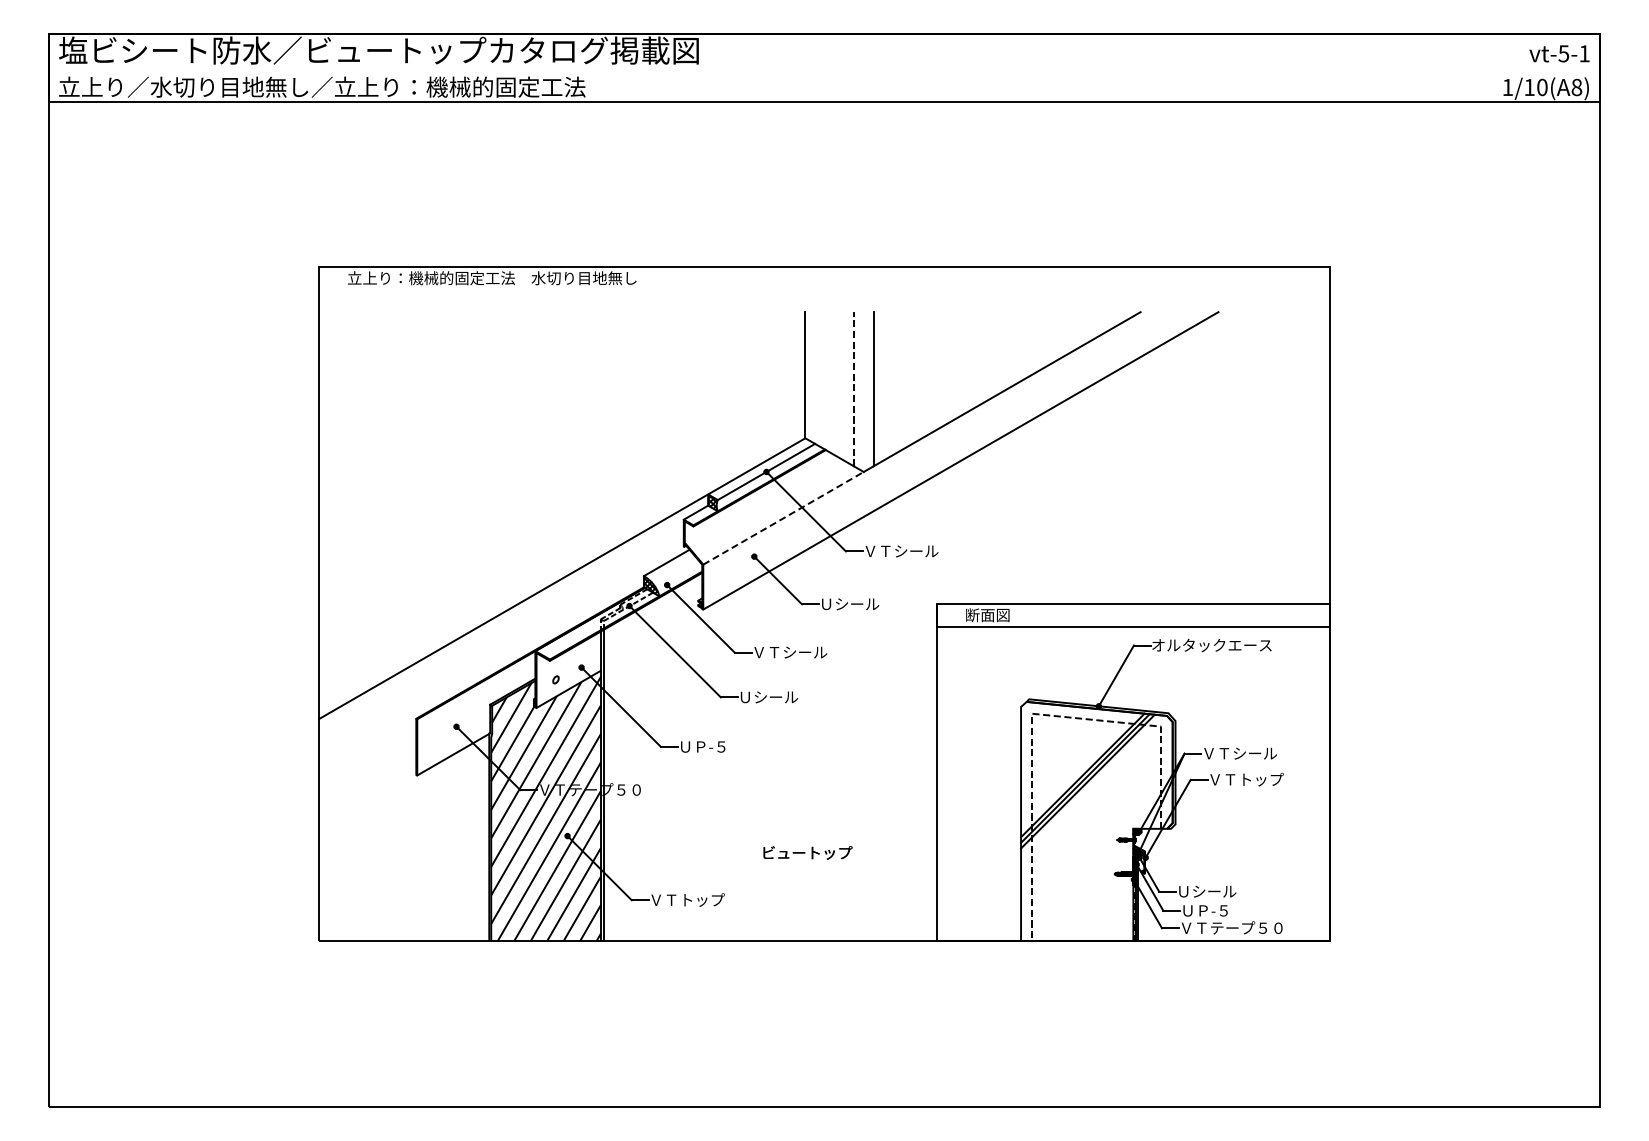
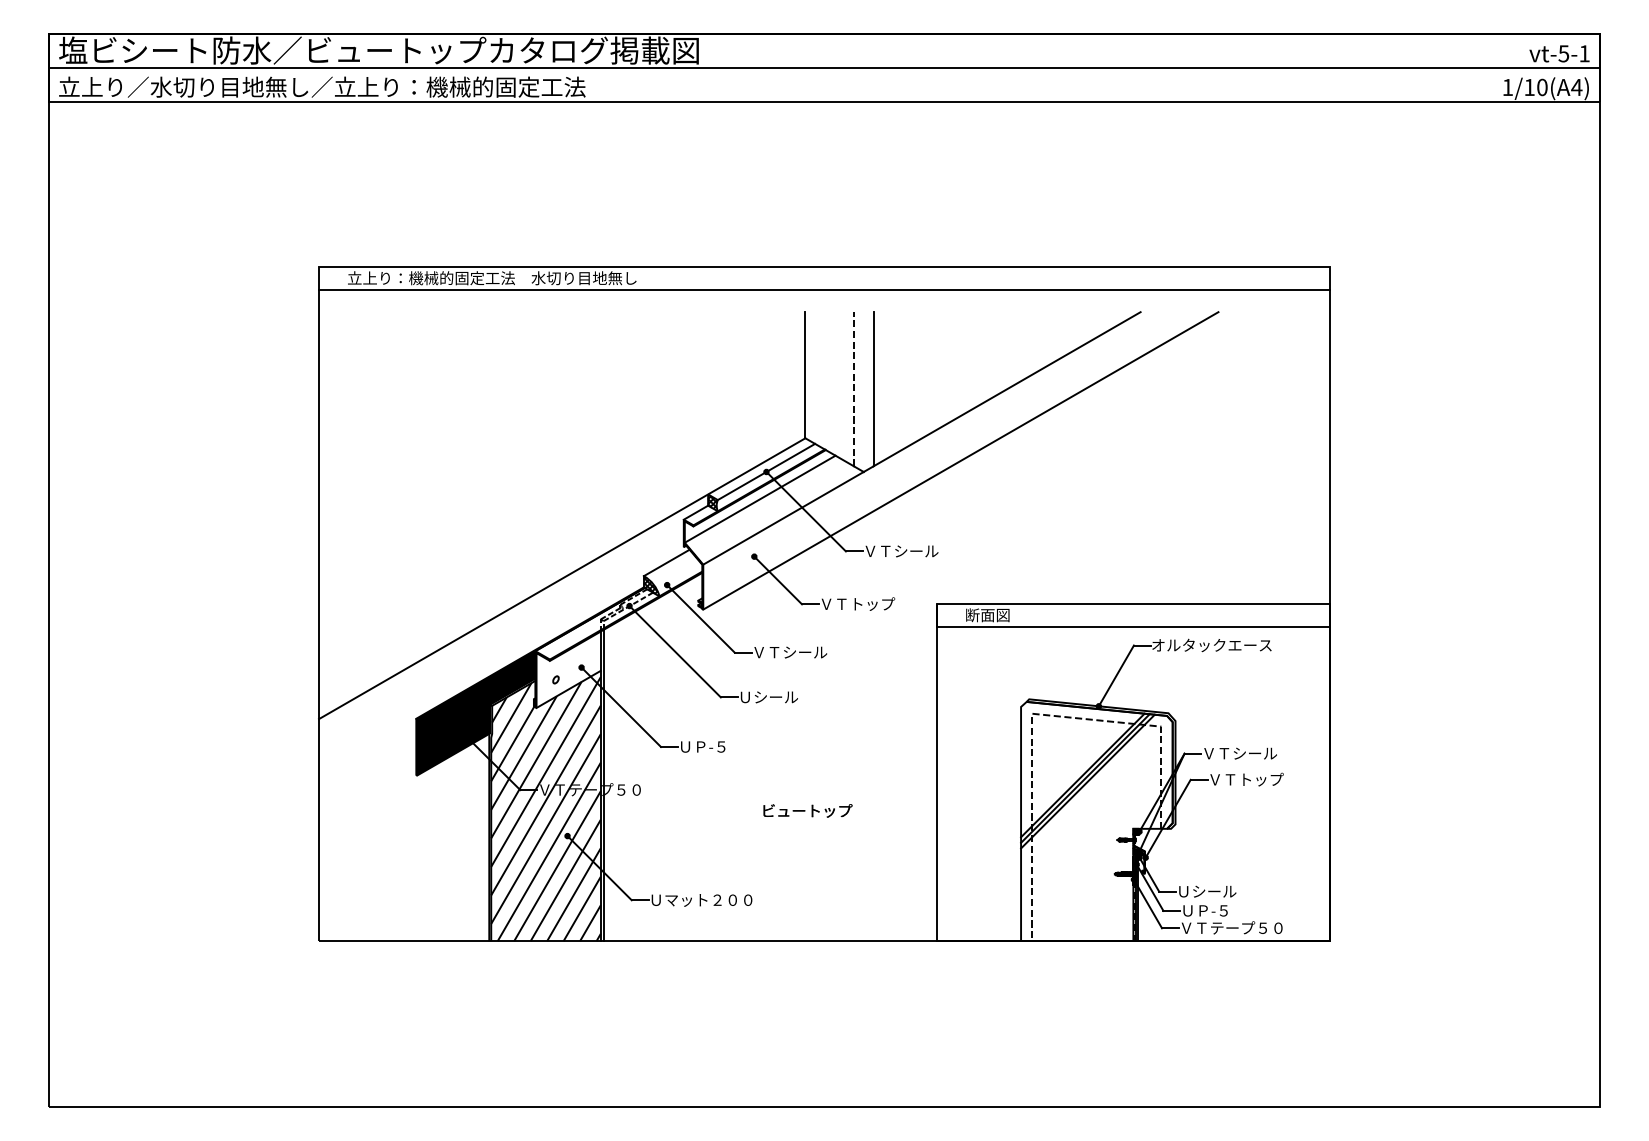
line at (824, 67): none -> present
text at (1576, 87): 1/10(A8) -> 1/10(A4)
line at (824, 289): none -> present
line at (759, 498): none -> present
line at (783, 518): dashed -> solid
text at (858, 603): Ｕシール -> ＶＴトップ
fill at (476, 713): none -> present
text at (807, 852) position: (807, 852) -> (807, 810)
text at (701, 899): ＶＴトップ -> Ｕマット２００
